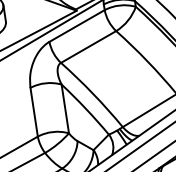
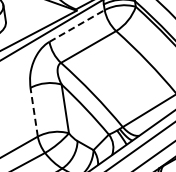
line at (77, 26): solid -> dashed
line at (34, 112): solid -> dashed
